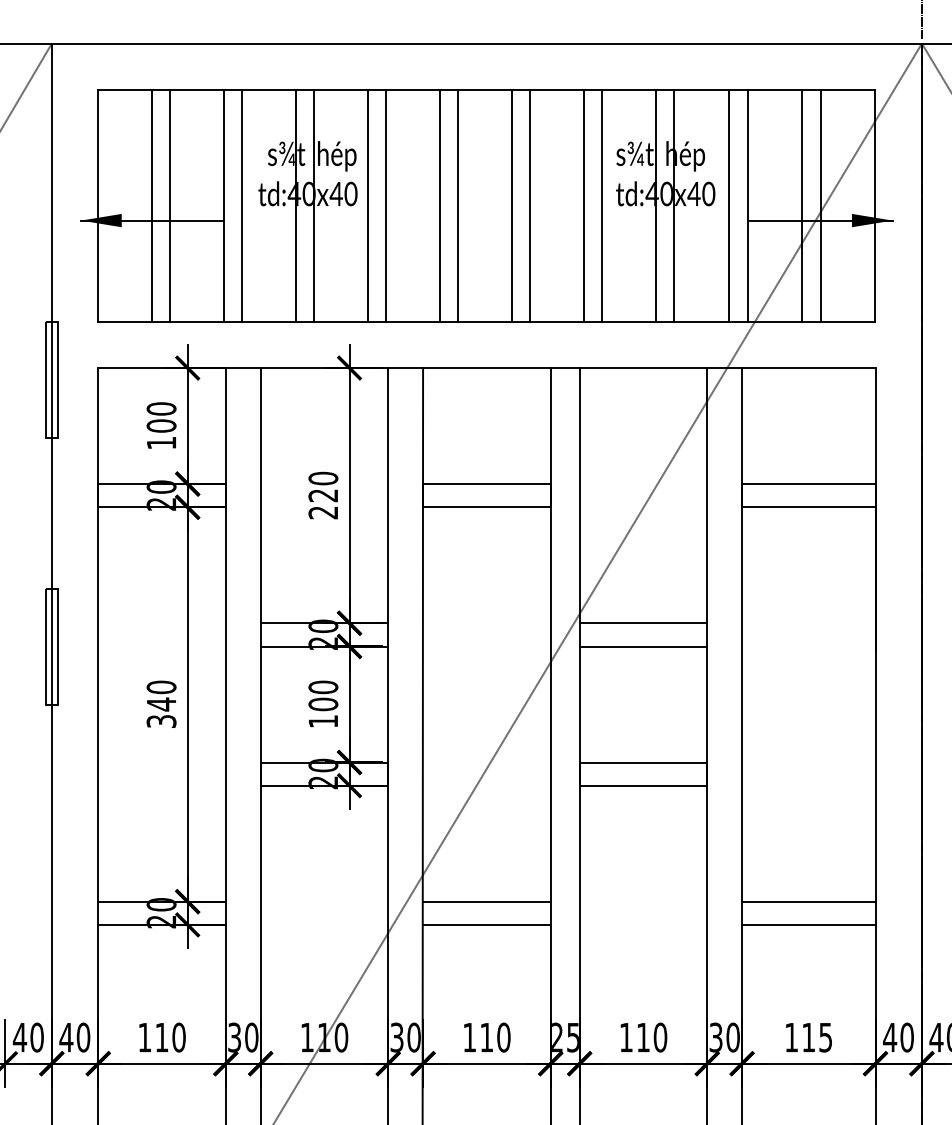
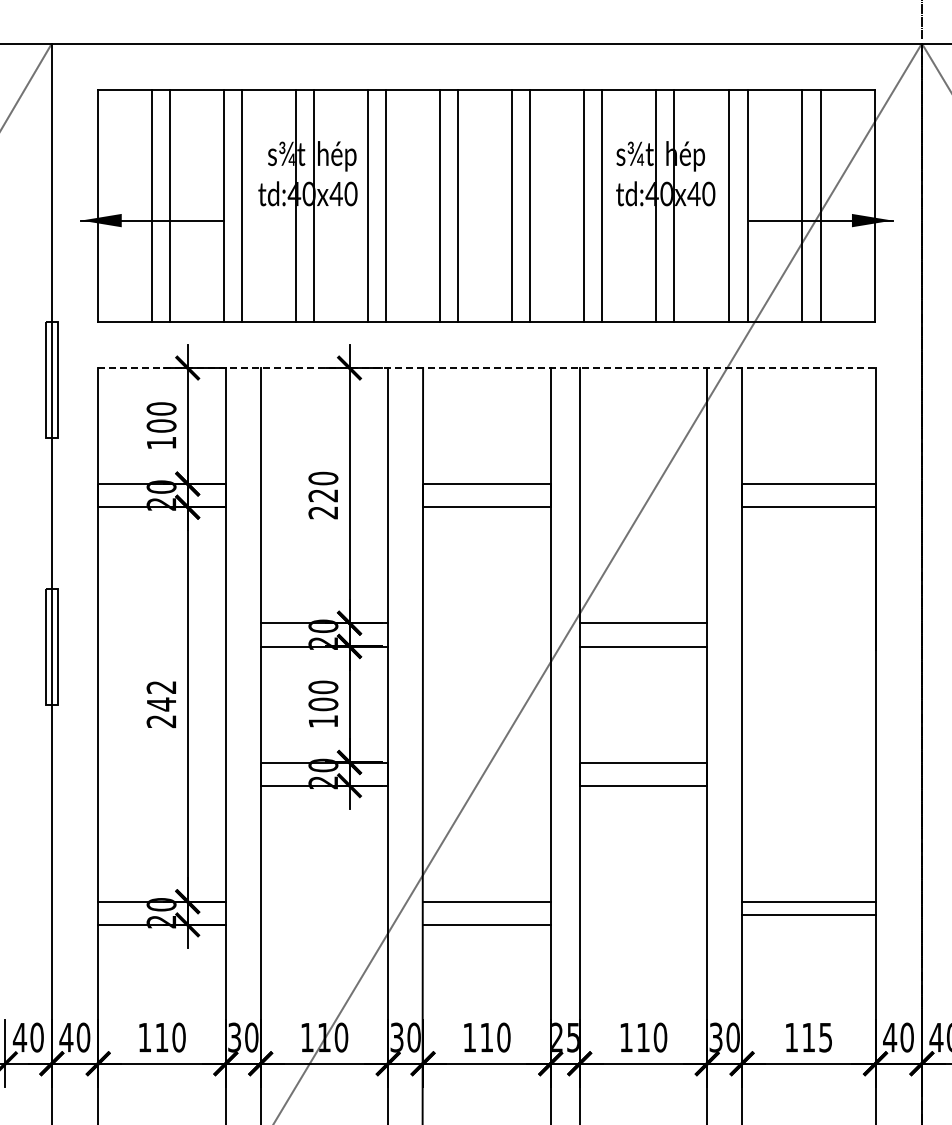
line at (486, 368): solid -> dashed
text at (161, 704): 340 -> 242
line at (808, 924) position: (808, 924) -> (808, 914)
